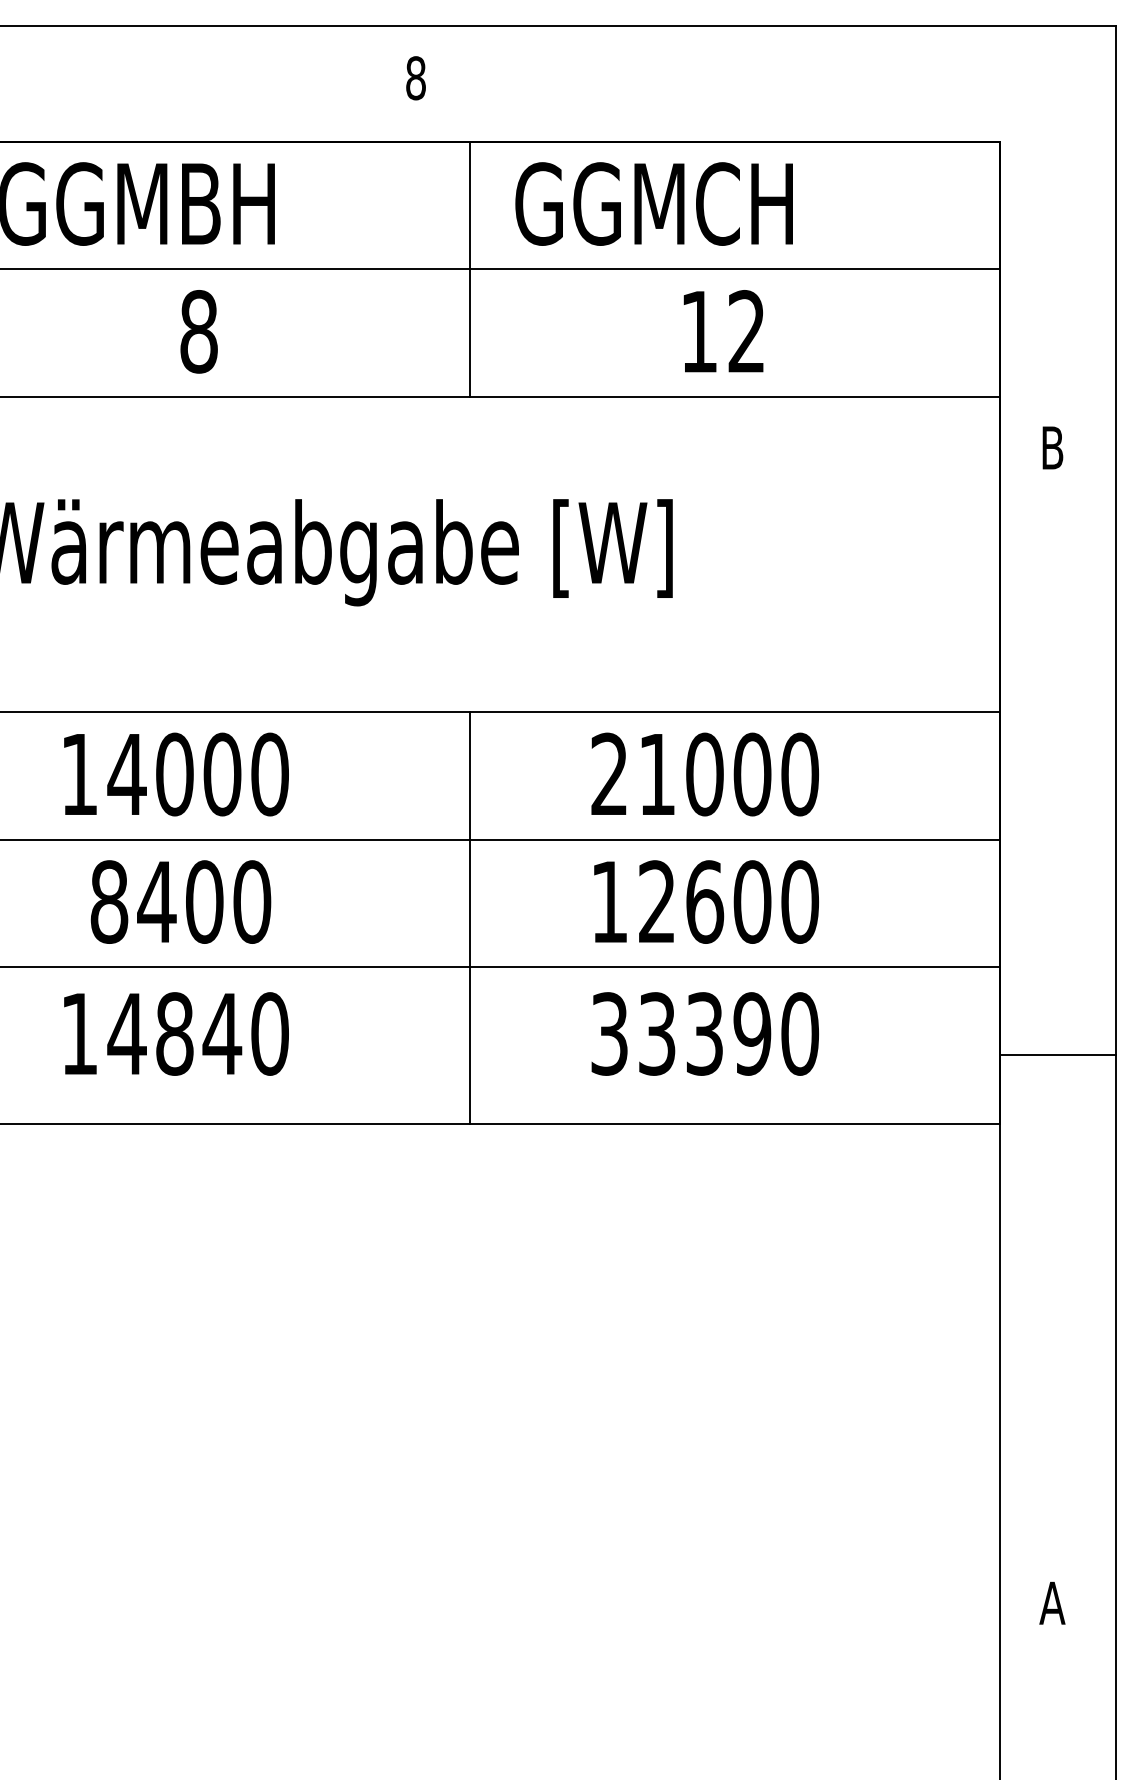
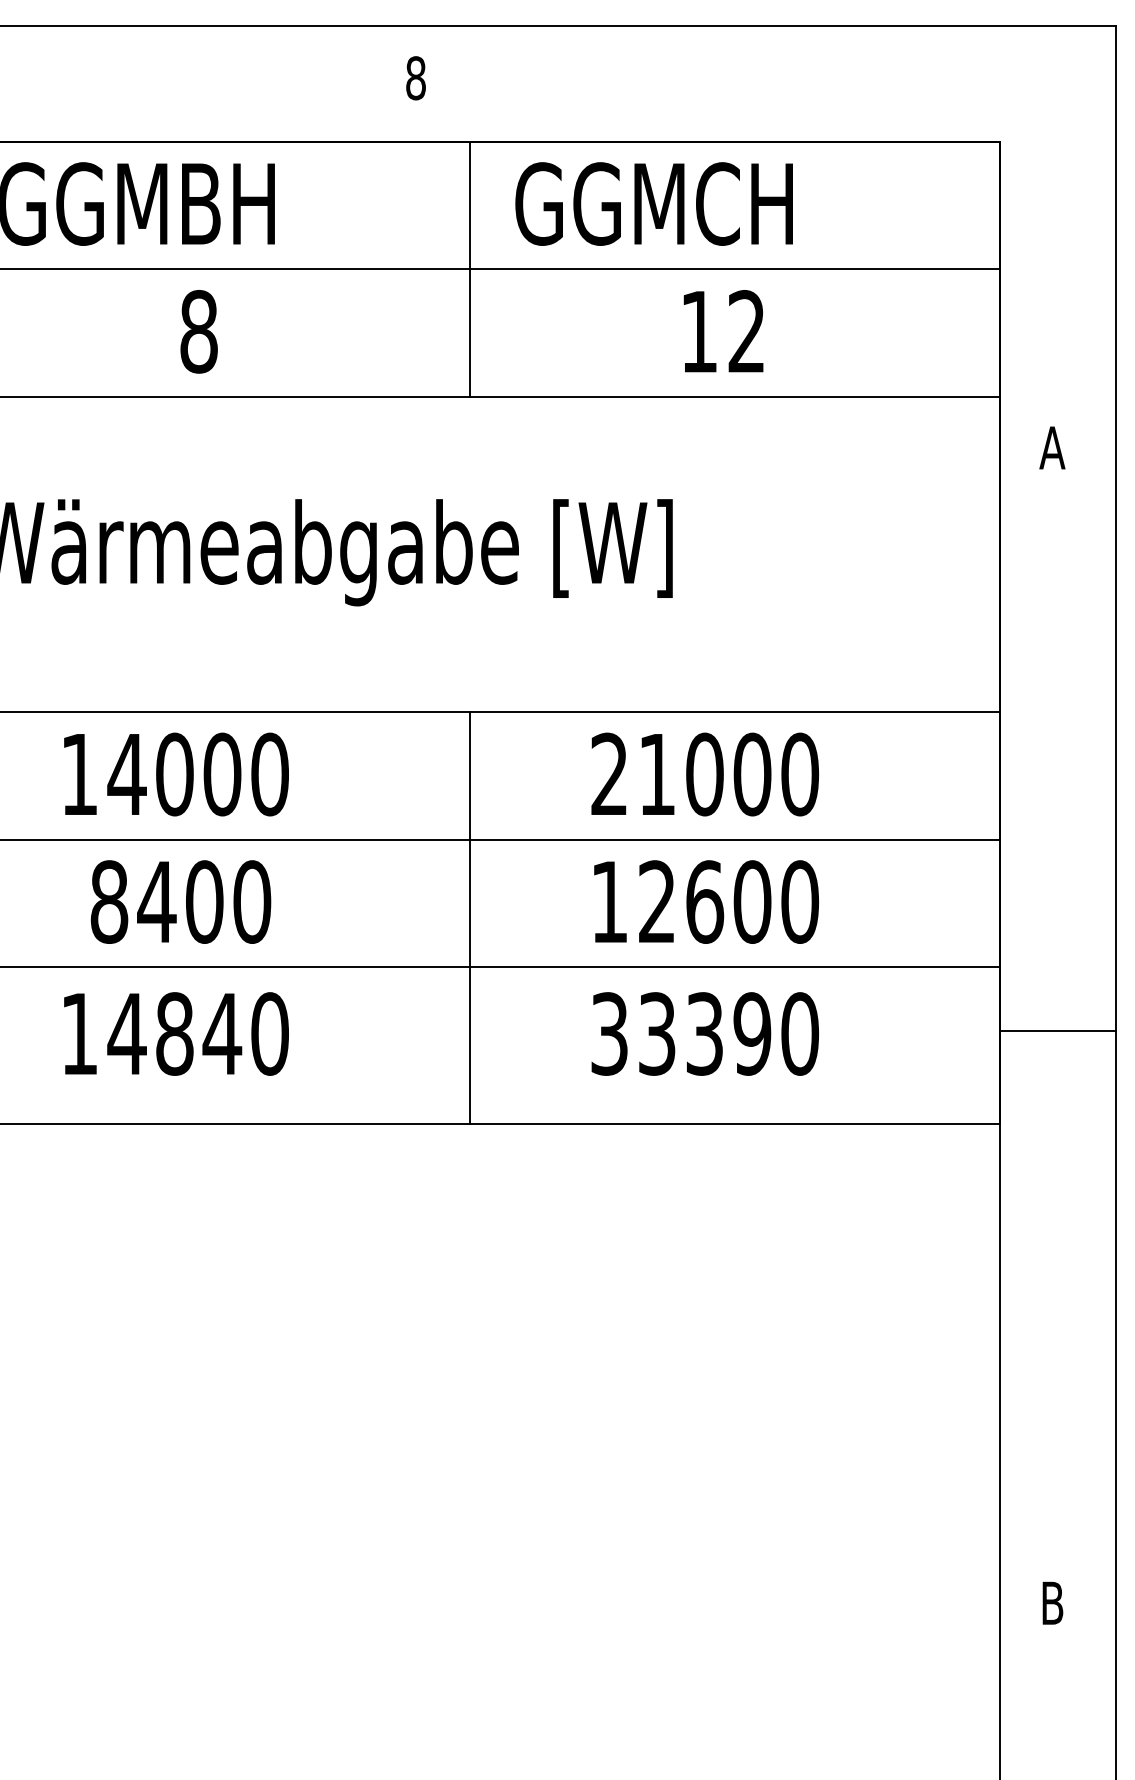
text at (1052, 447): B -> A
line at (1057, 1055) position: (1057, 1055) -> (1057, 1031)
text at (1052, 1602): A -> B
